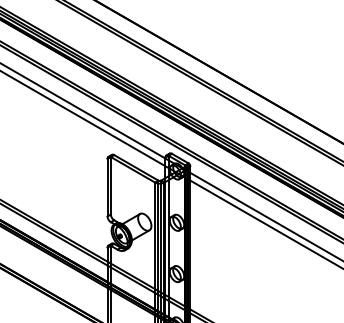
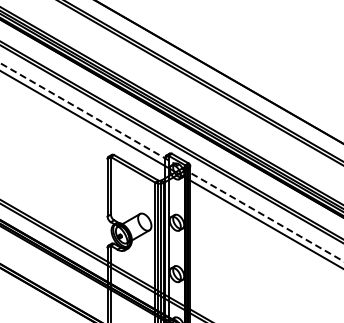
line at (172, 162): solid -> dashed
